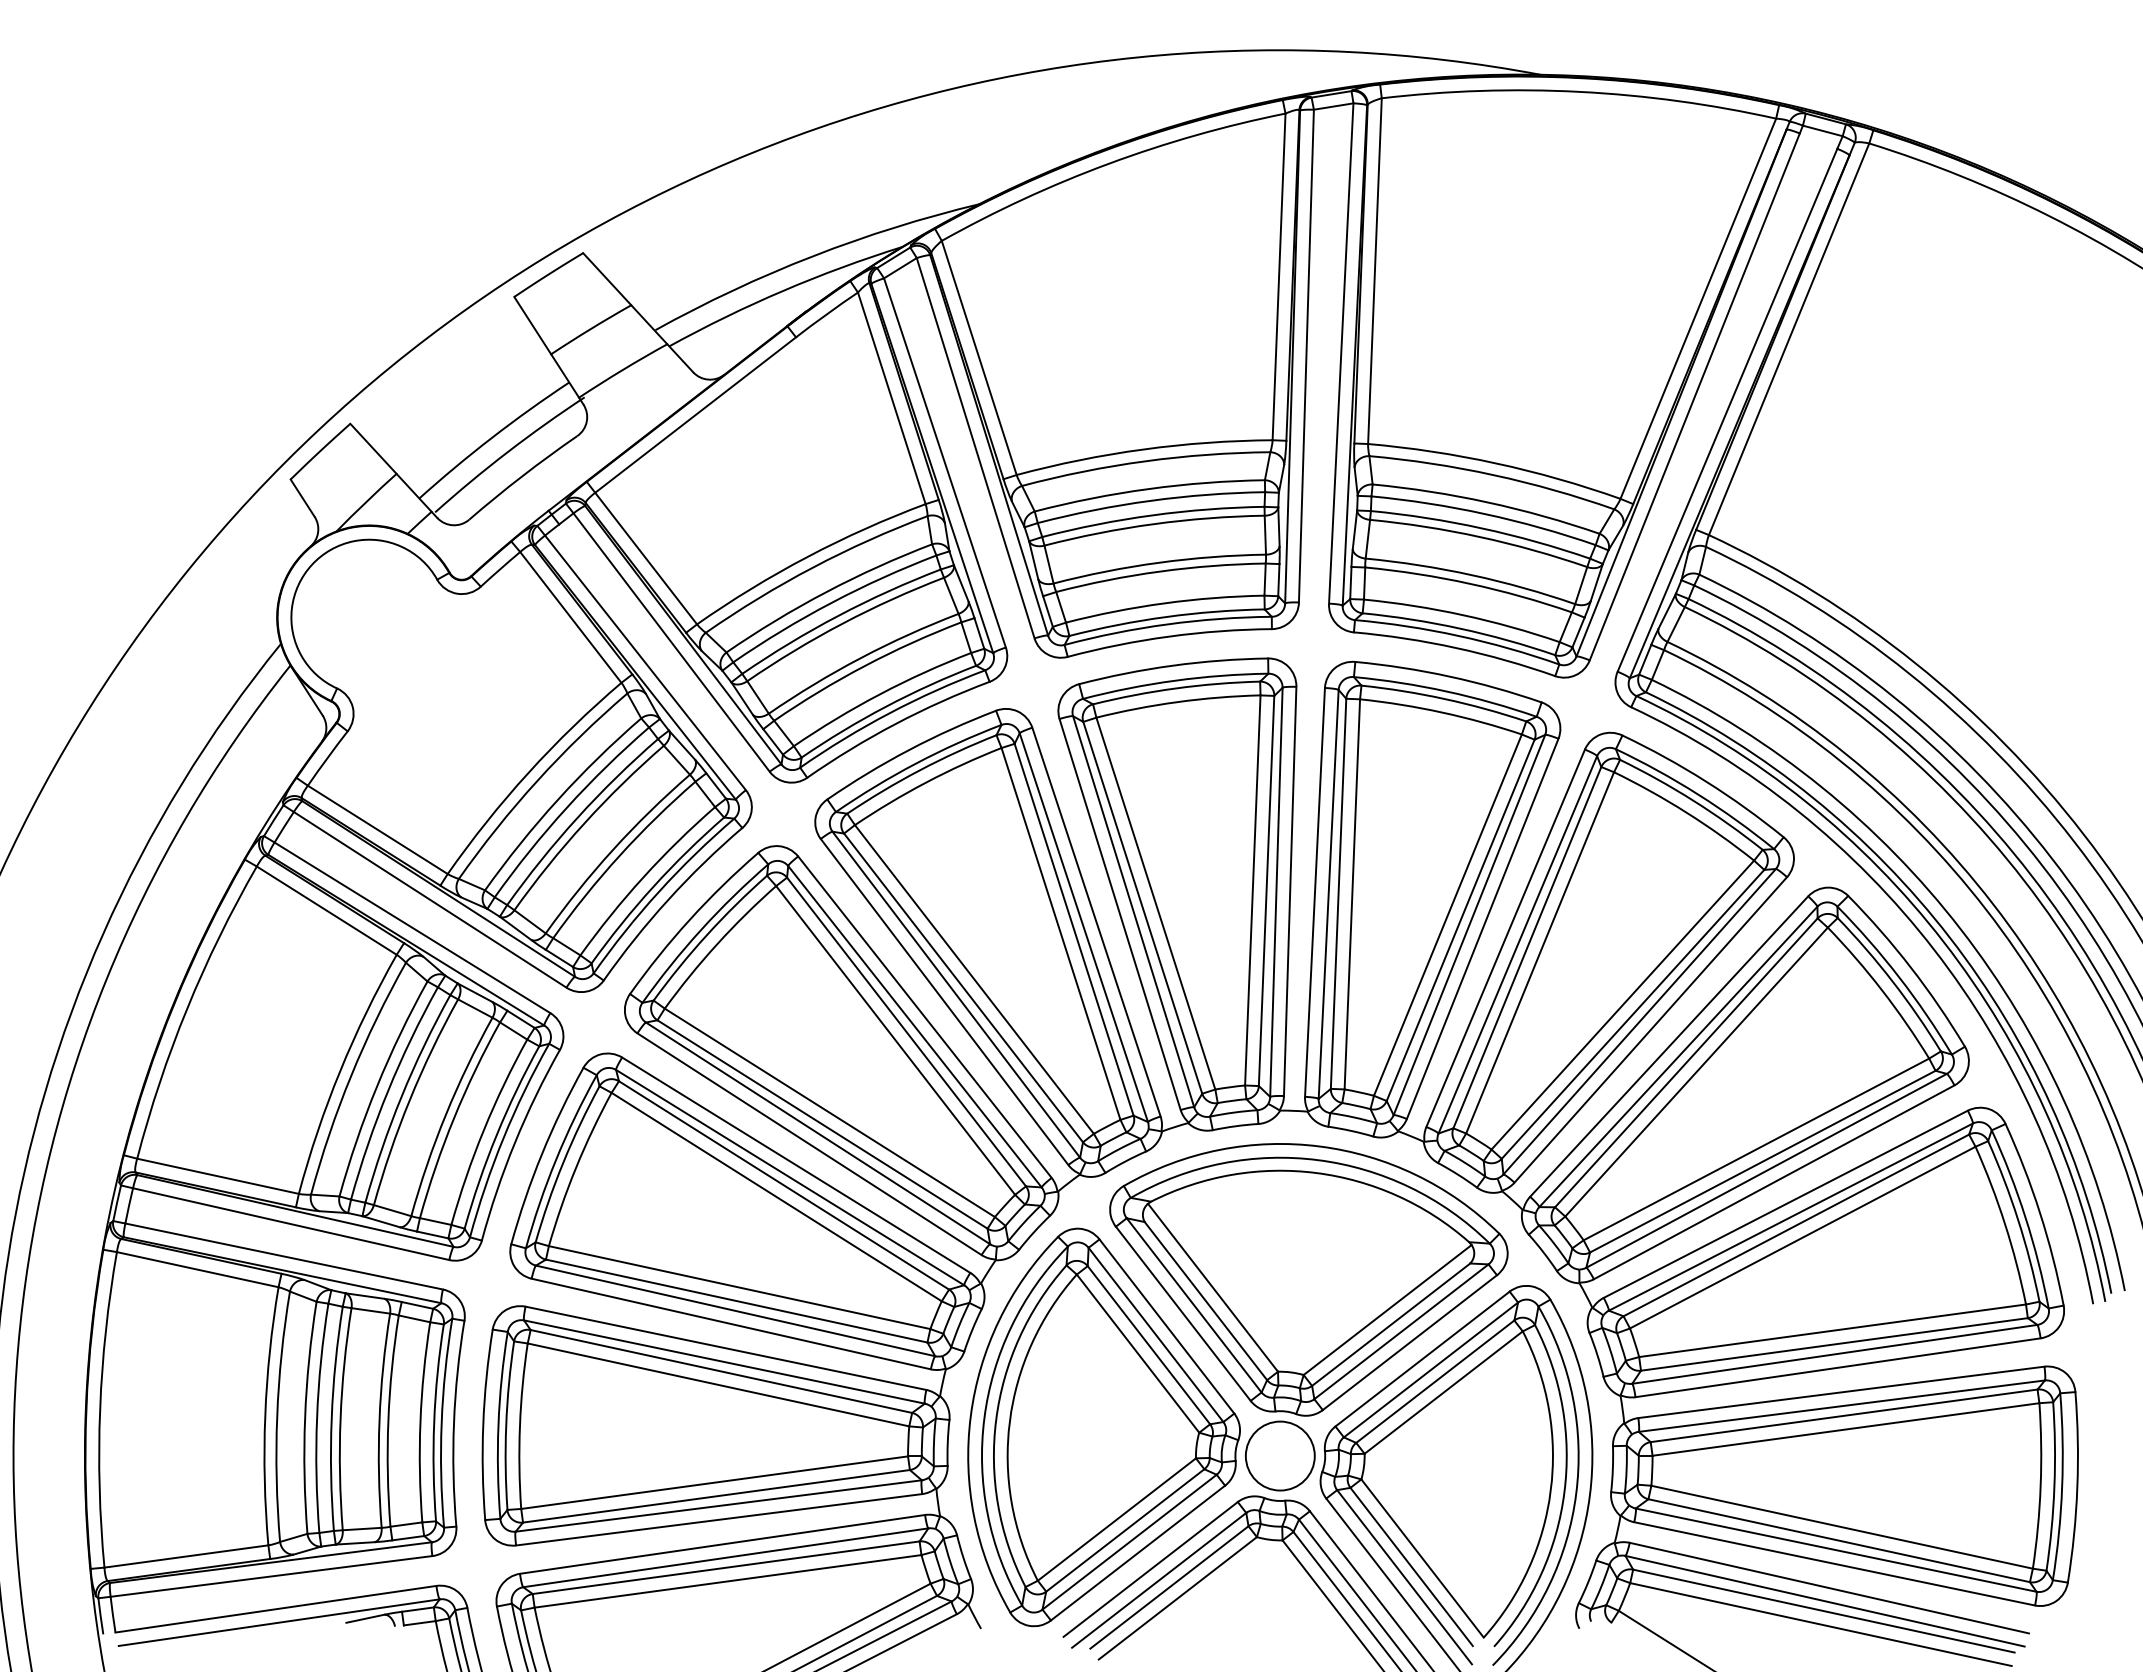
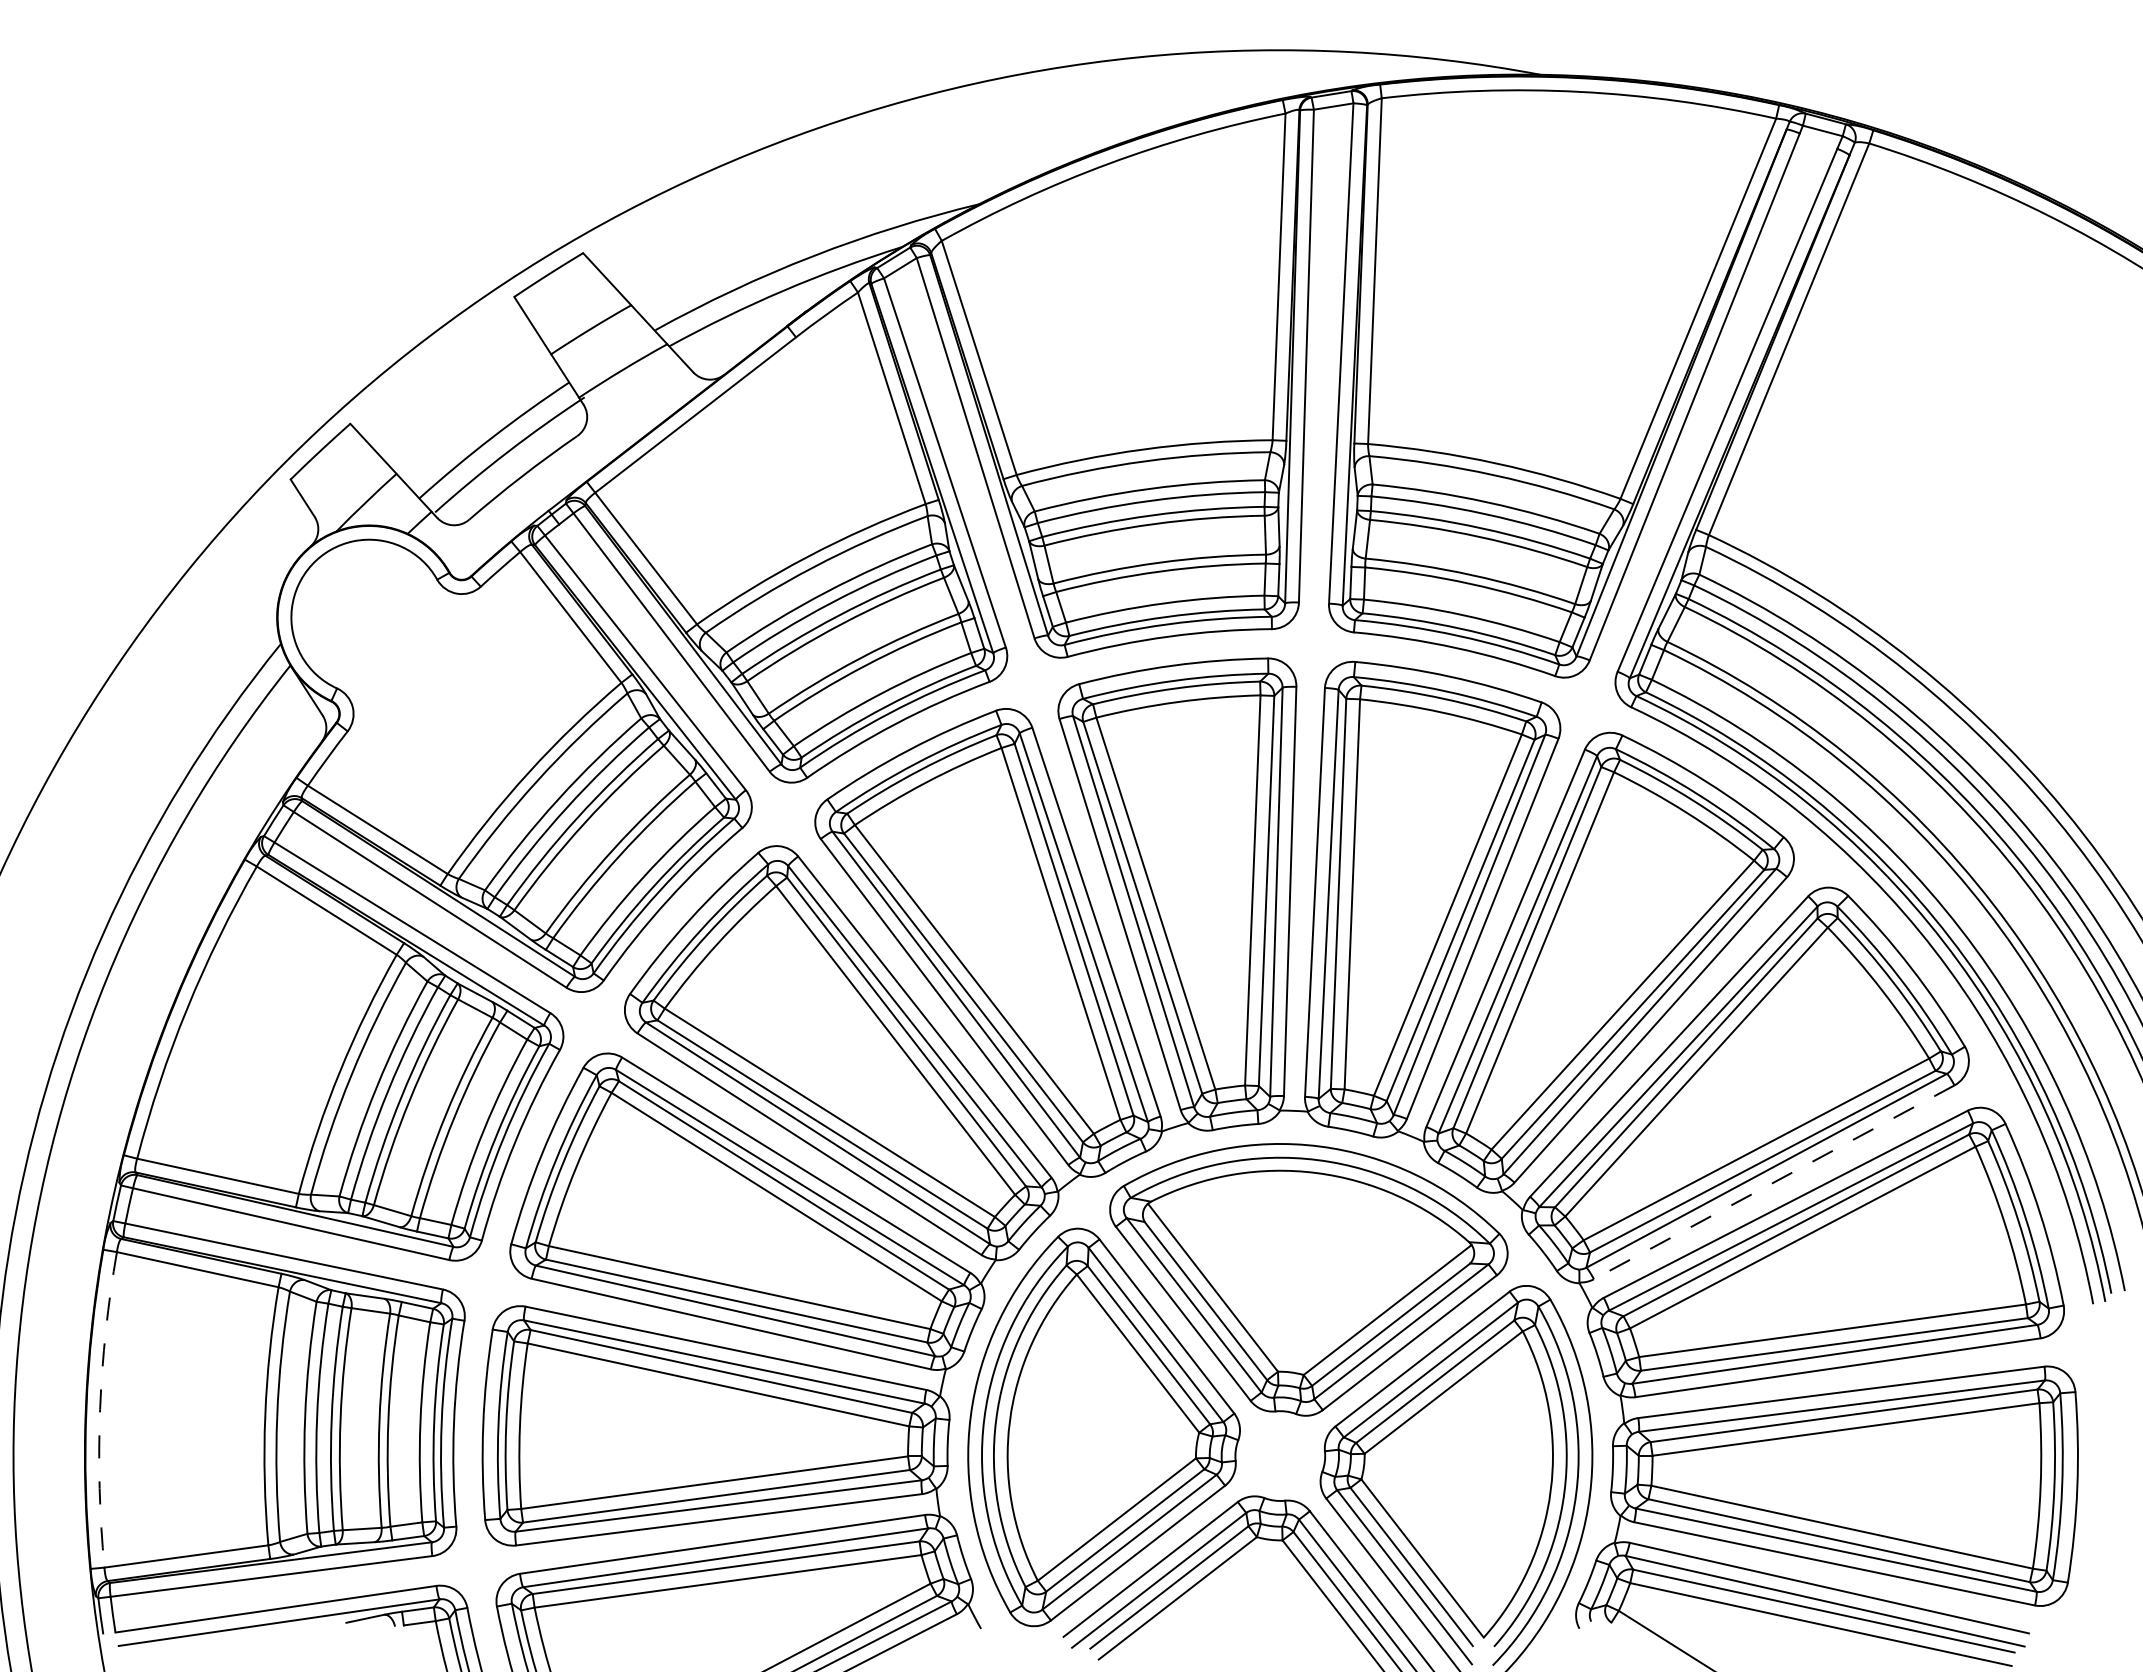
line at (1774, 1182): solid -> dashed
arc at (100, 1409): solid -> dashed
circle at (1280, 1455): present -> none
